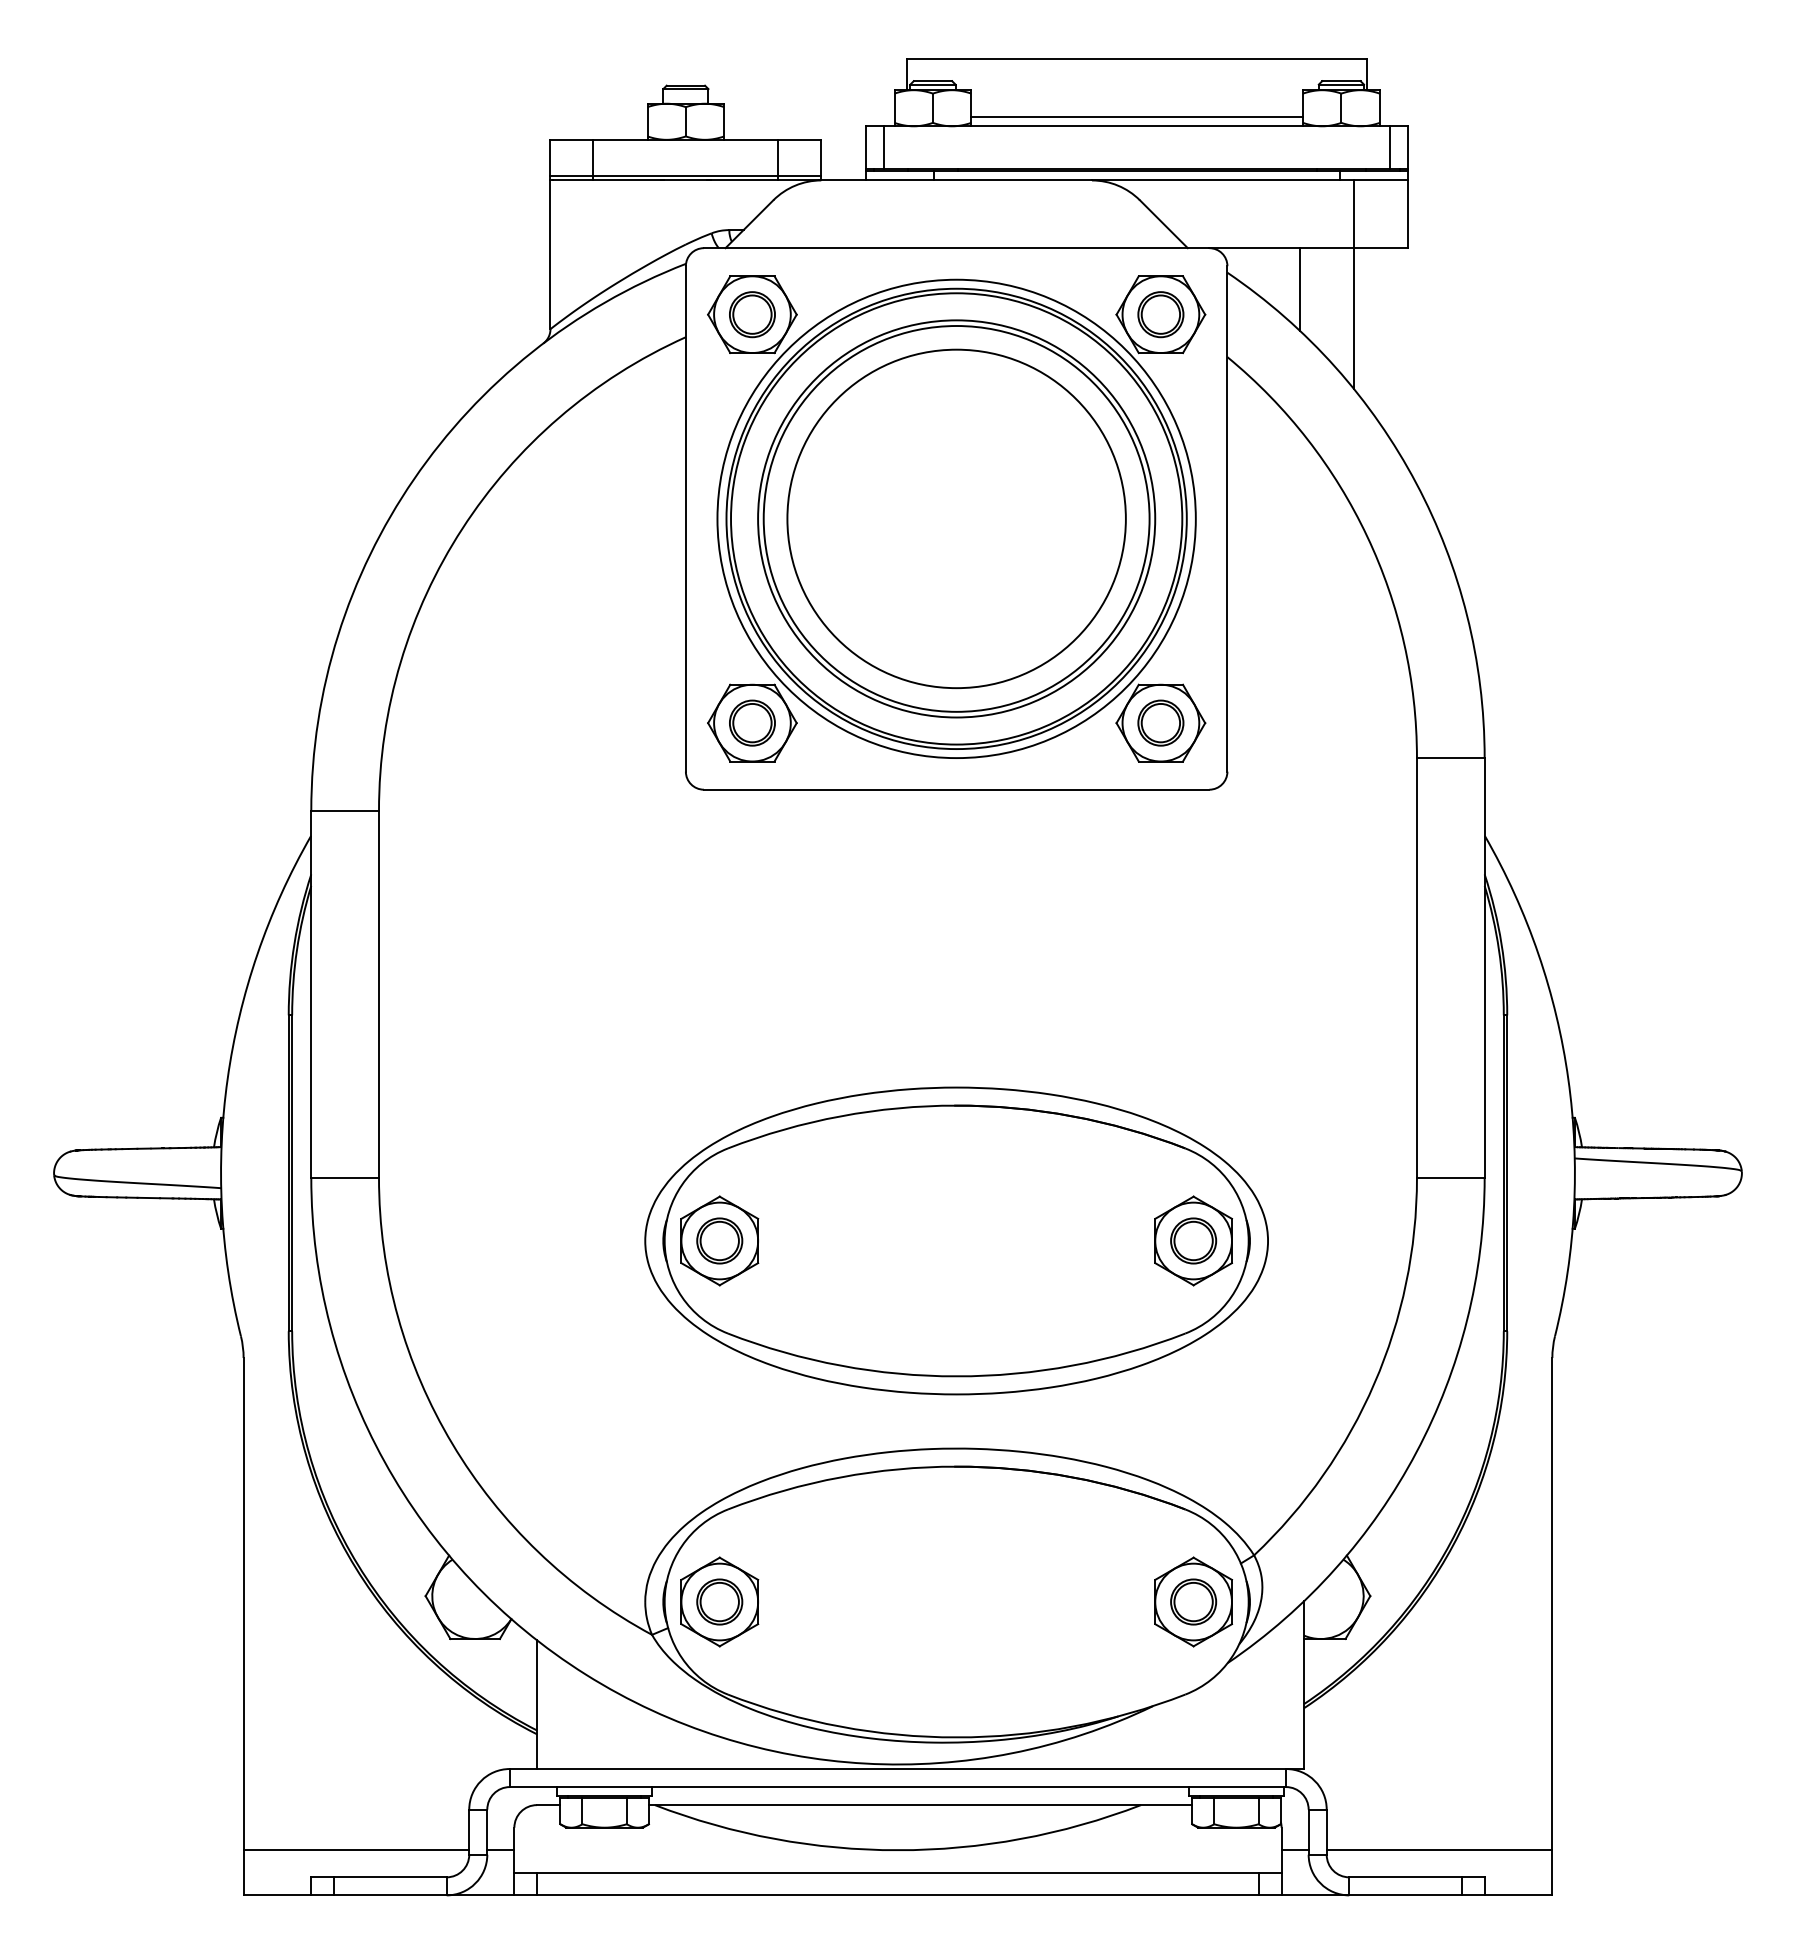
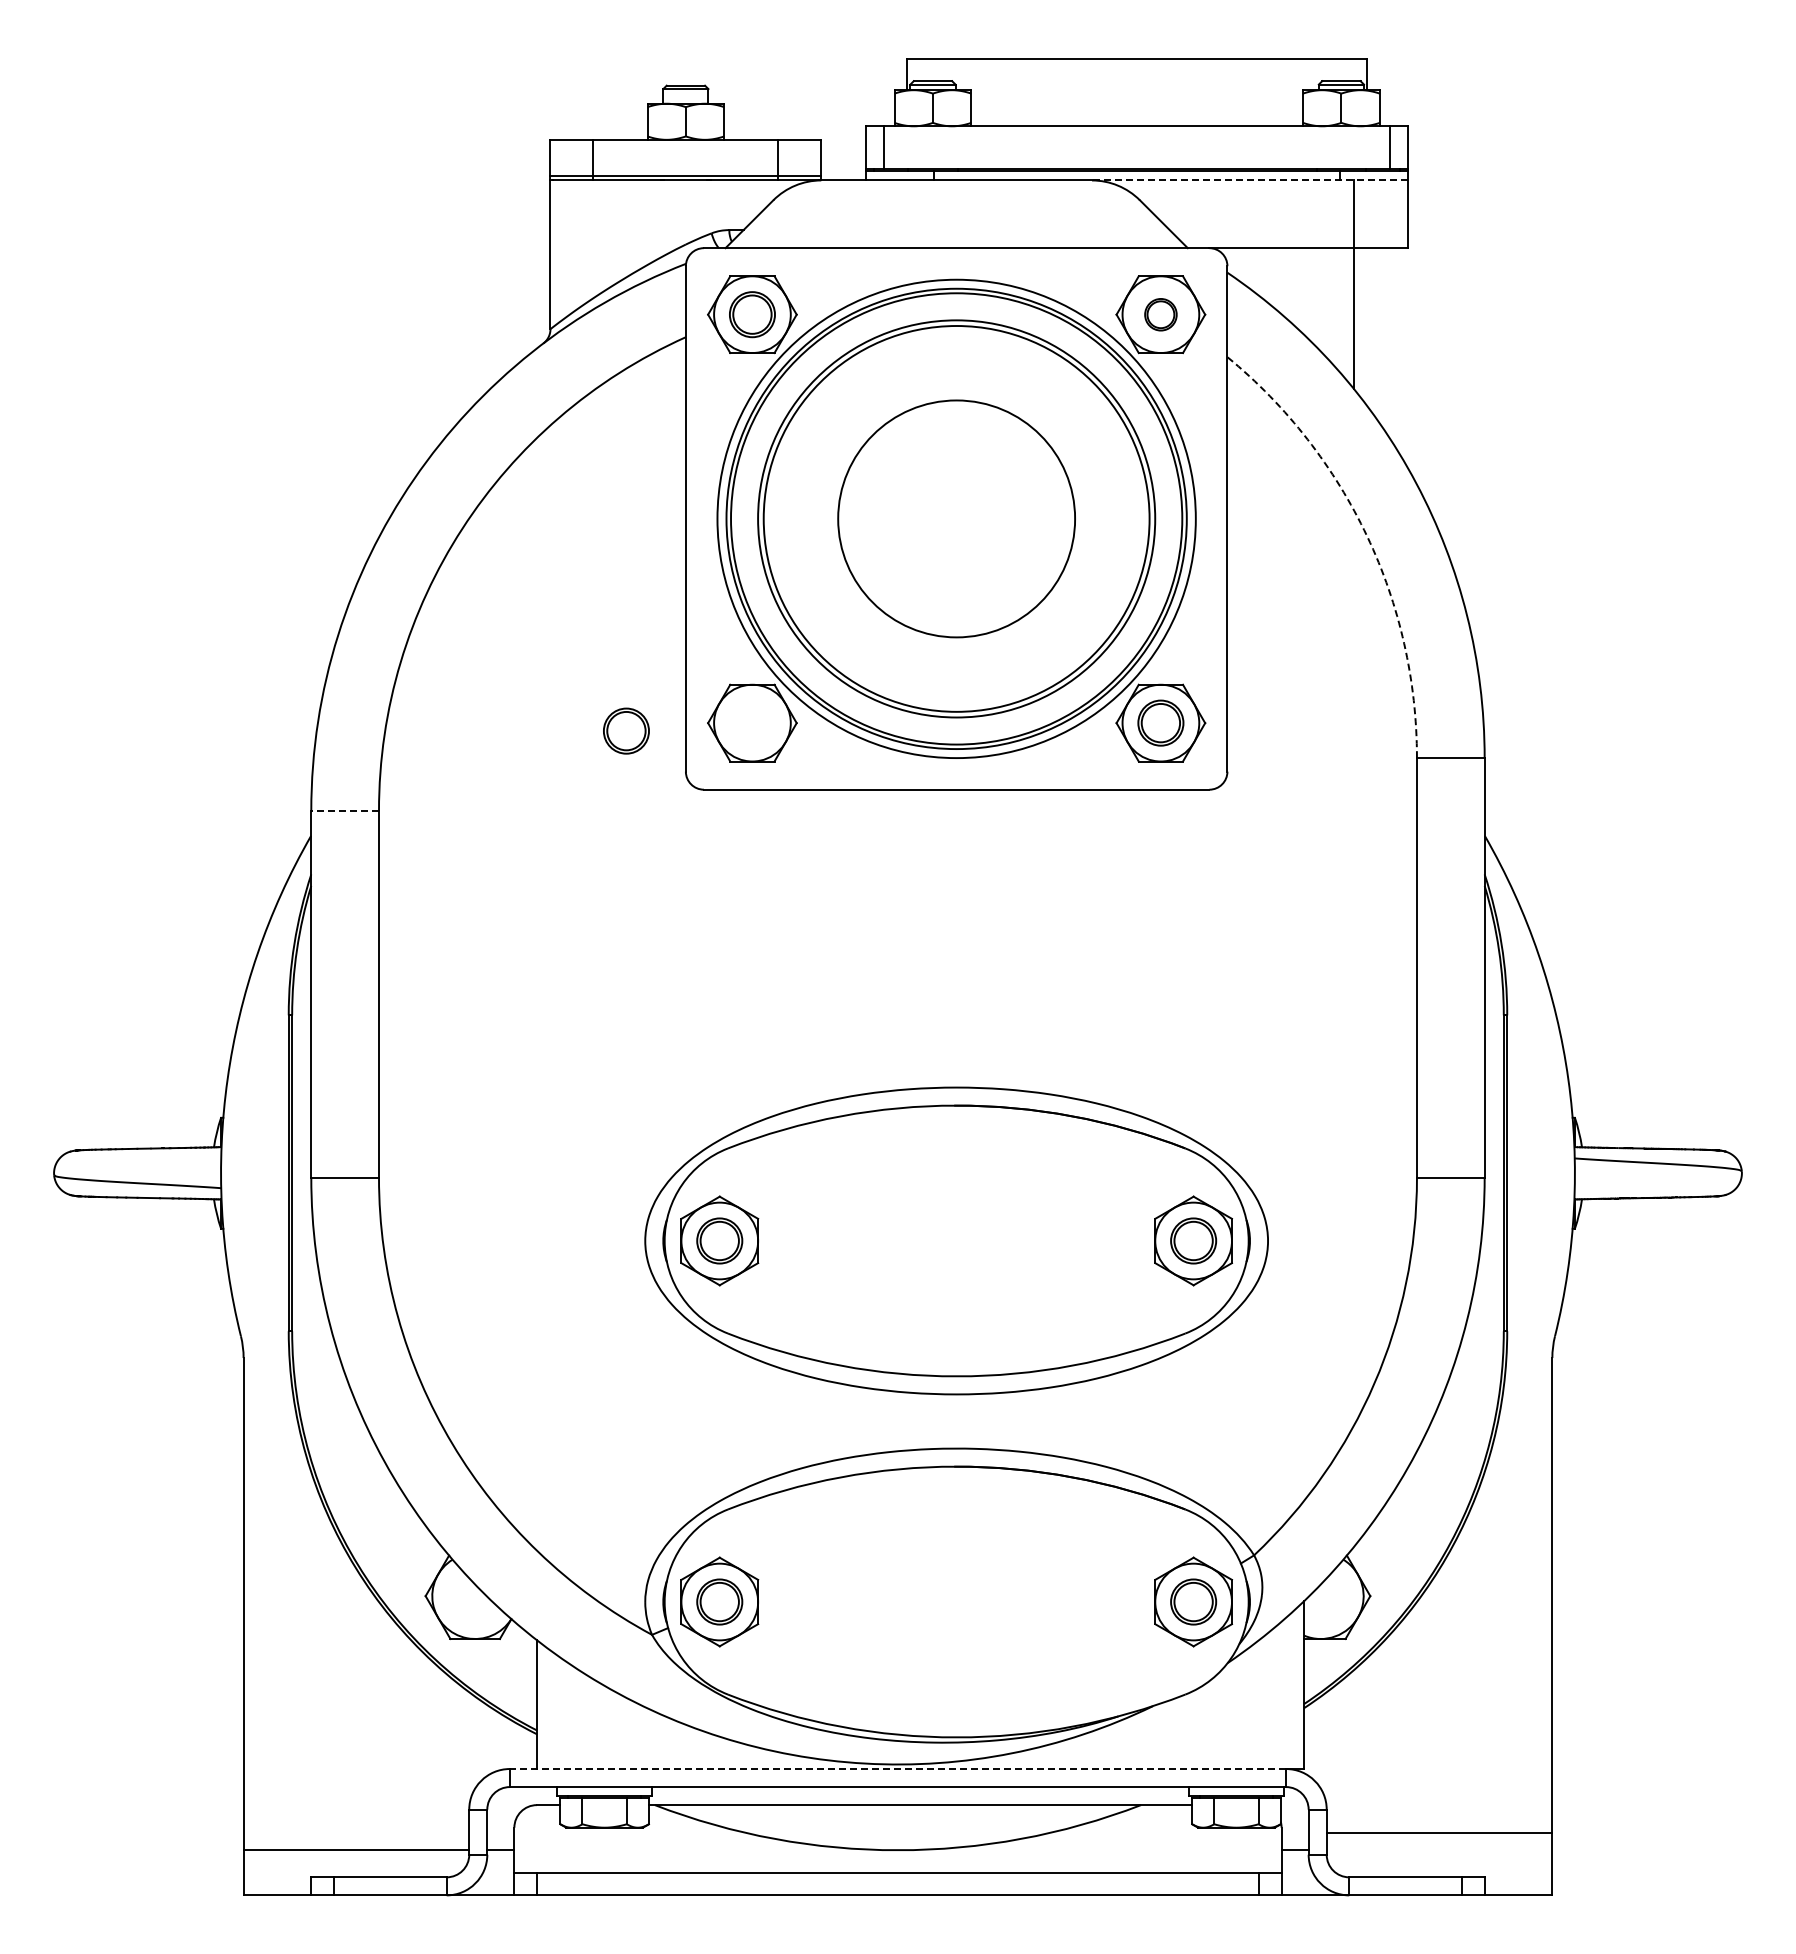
line at (1137, 117): present -> none
line at (1249, 180): solid -> dashed
line at (1299, 289): present -> none
part at (1160, 314) size: 48x48 px -> 34x34 px
circle at (956, 518) diameter: 338 px -> 237 px
arc at (1367, 536): solid -> dashed
part at (752, 722) position: (752, 722) -> (626, 730)
line at (345, 810): solid -> dashed
line at (897, 1769): solid -> dashed
line at (1439, 1850) position: (1439, 1850) -> (1439, 1833)
